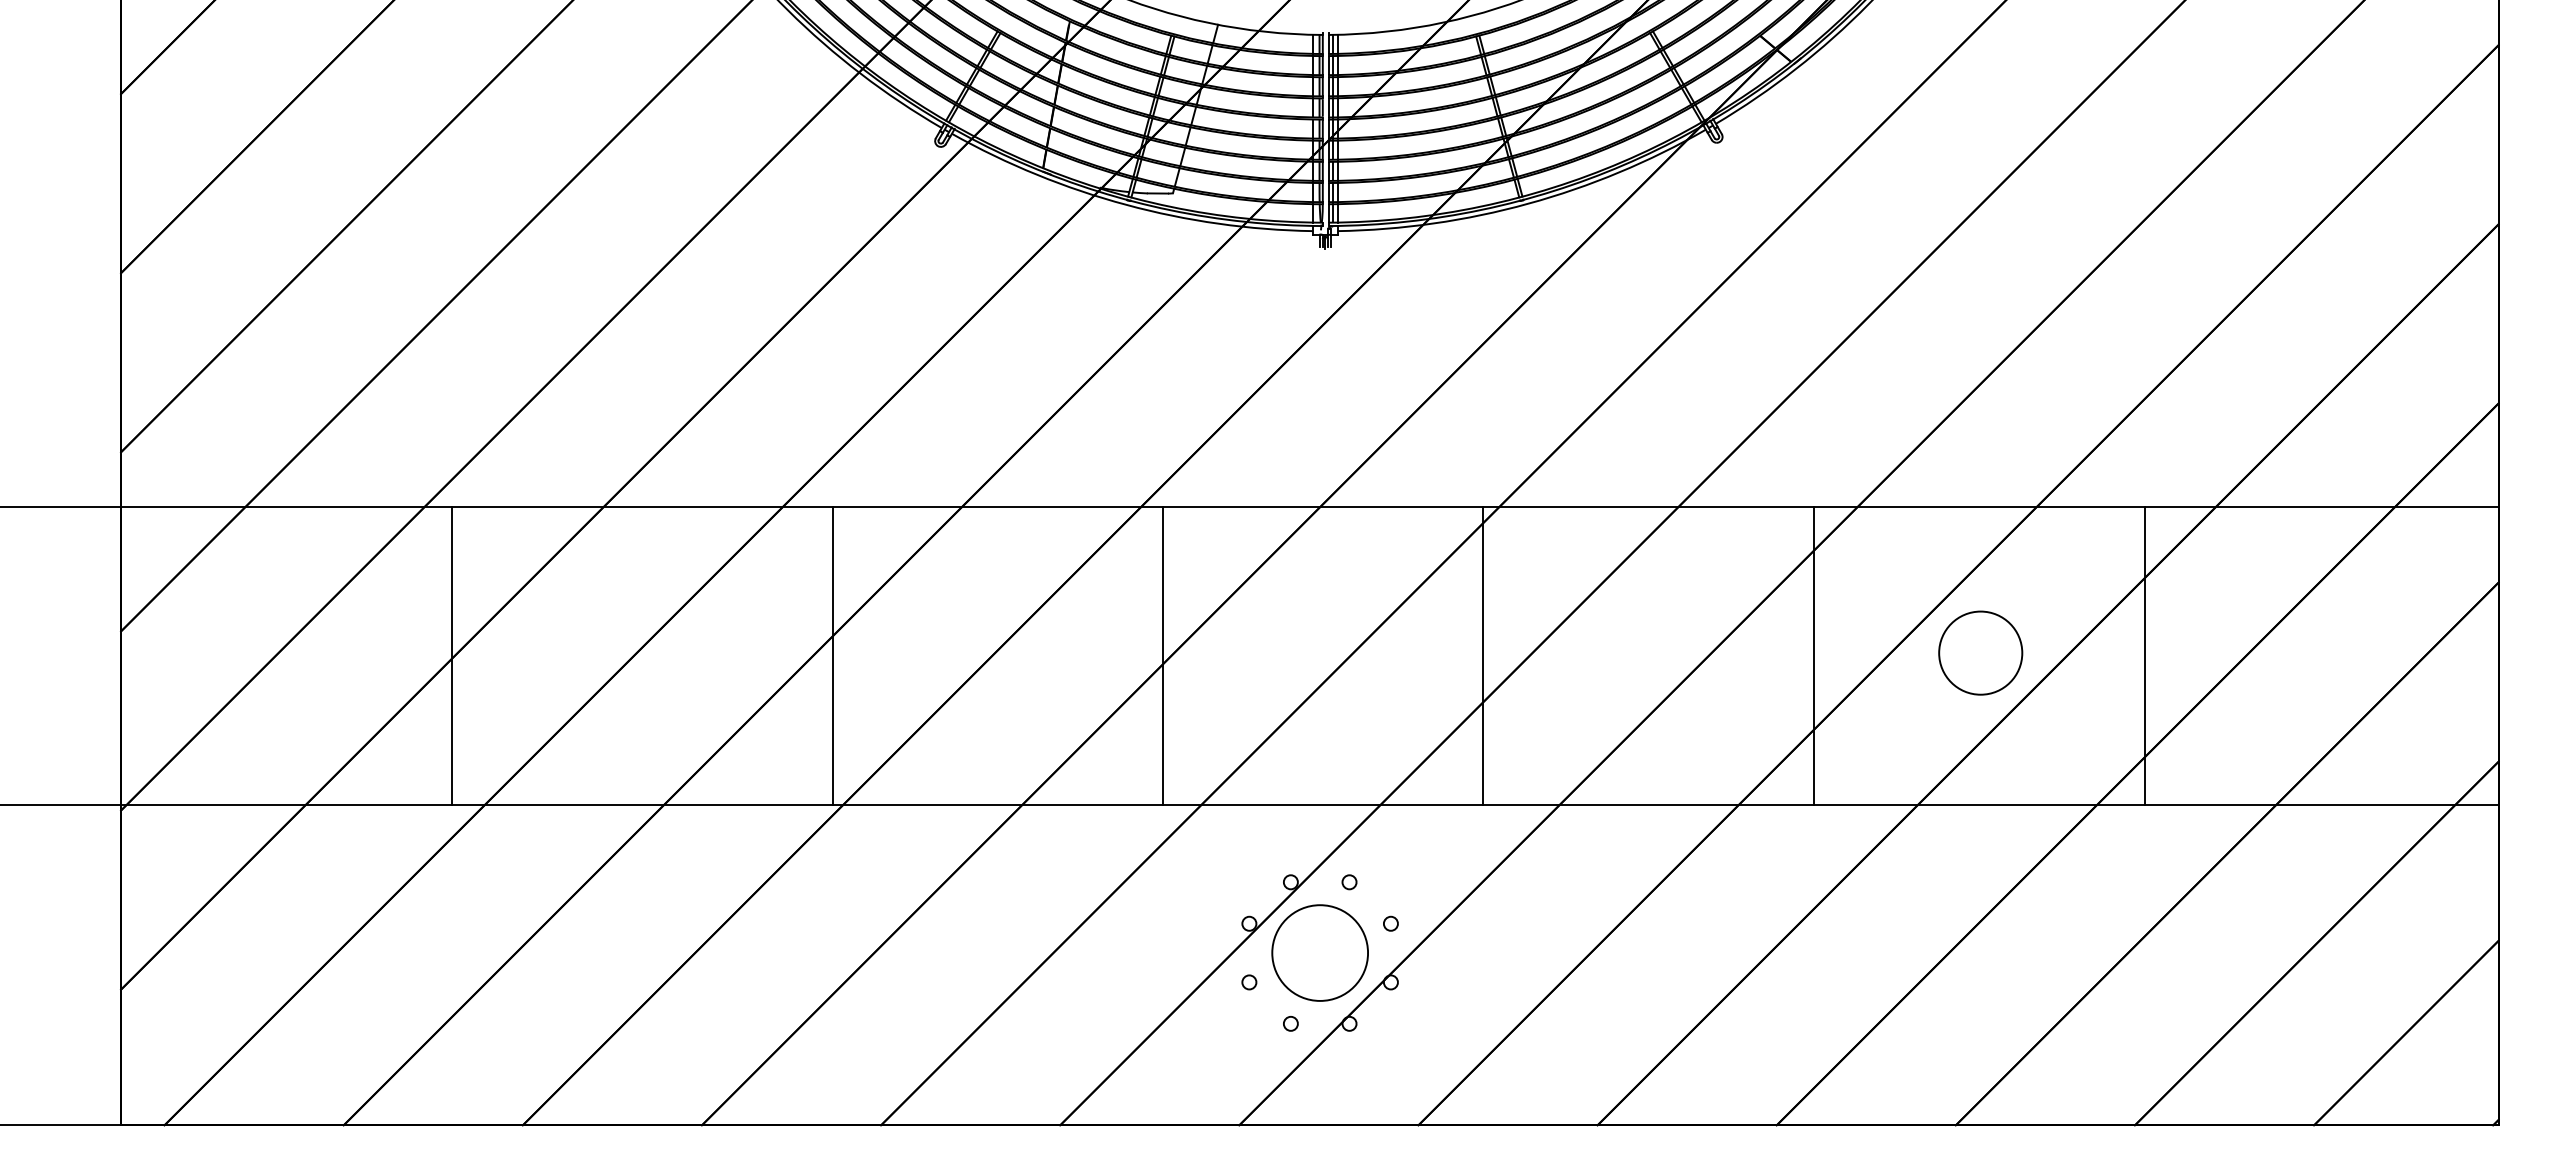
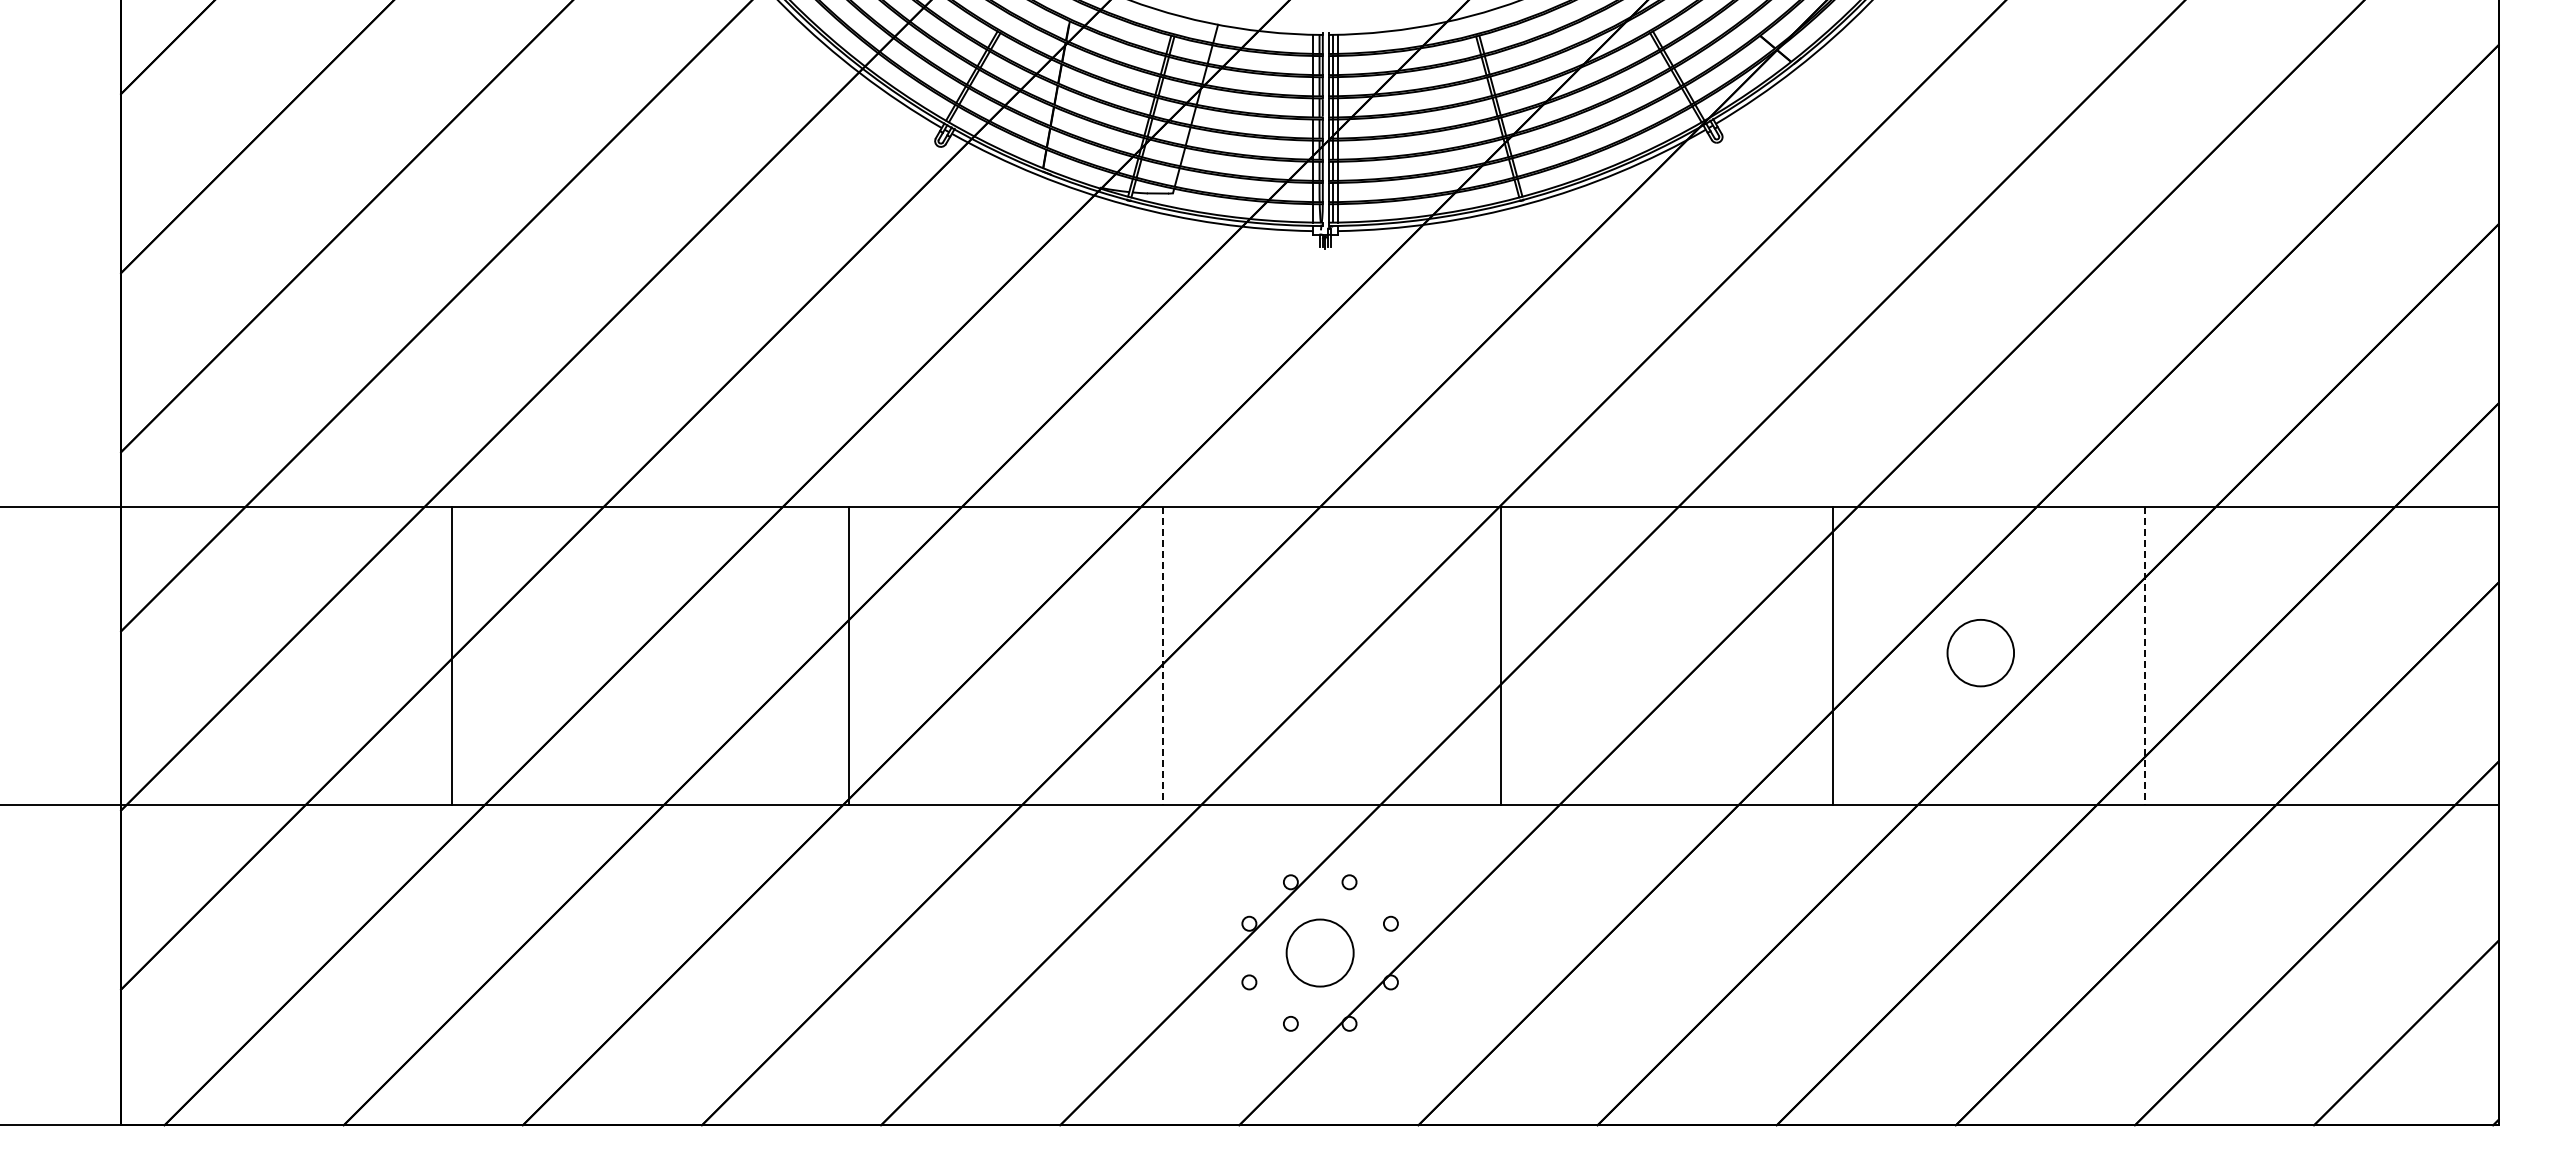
circle at (1980, 652) size: 86x86 px -> 69x69 px
line at (833, 656) position: (833, 656) -> (849, 656)
line at (1162, 656): solid -> dashed
line at (1483, 656) position: (1483, 656) -> (1501, 656)
line at (1813, 656) position: (1813, 656) -> (1832, 656)
line at (2144, 656): solid -> dashed
circle at (1320, 952) diameter: 96 px -> 67 px
